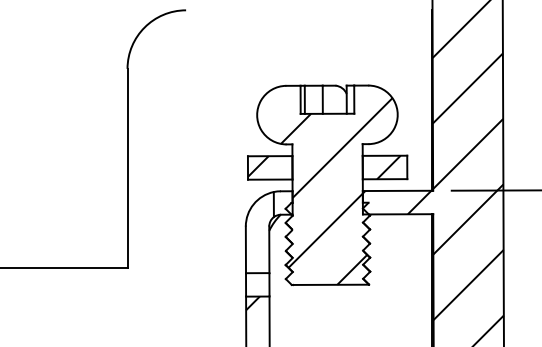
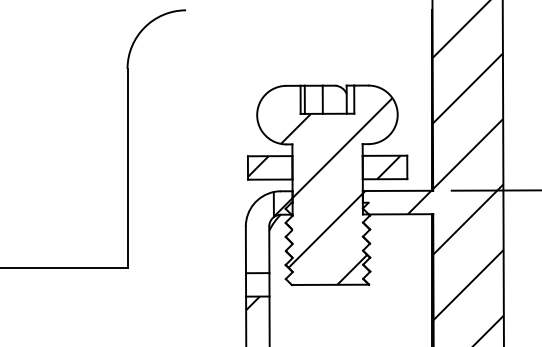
hatch at (282, 207): none -> present
